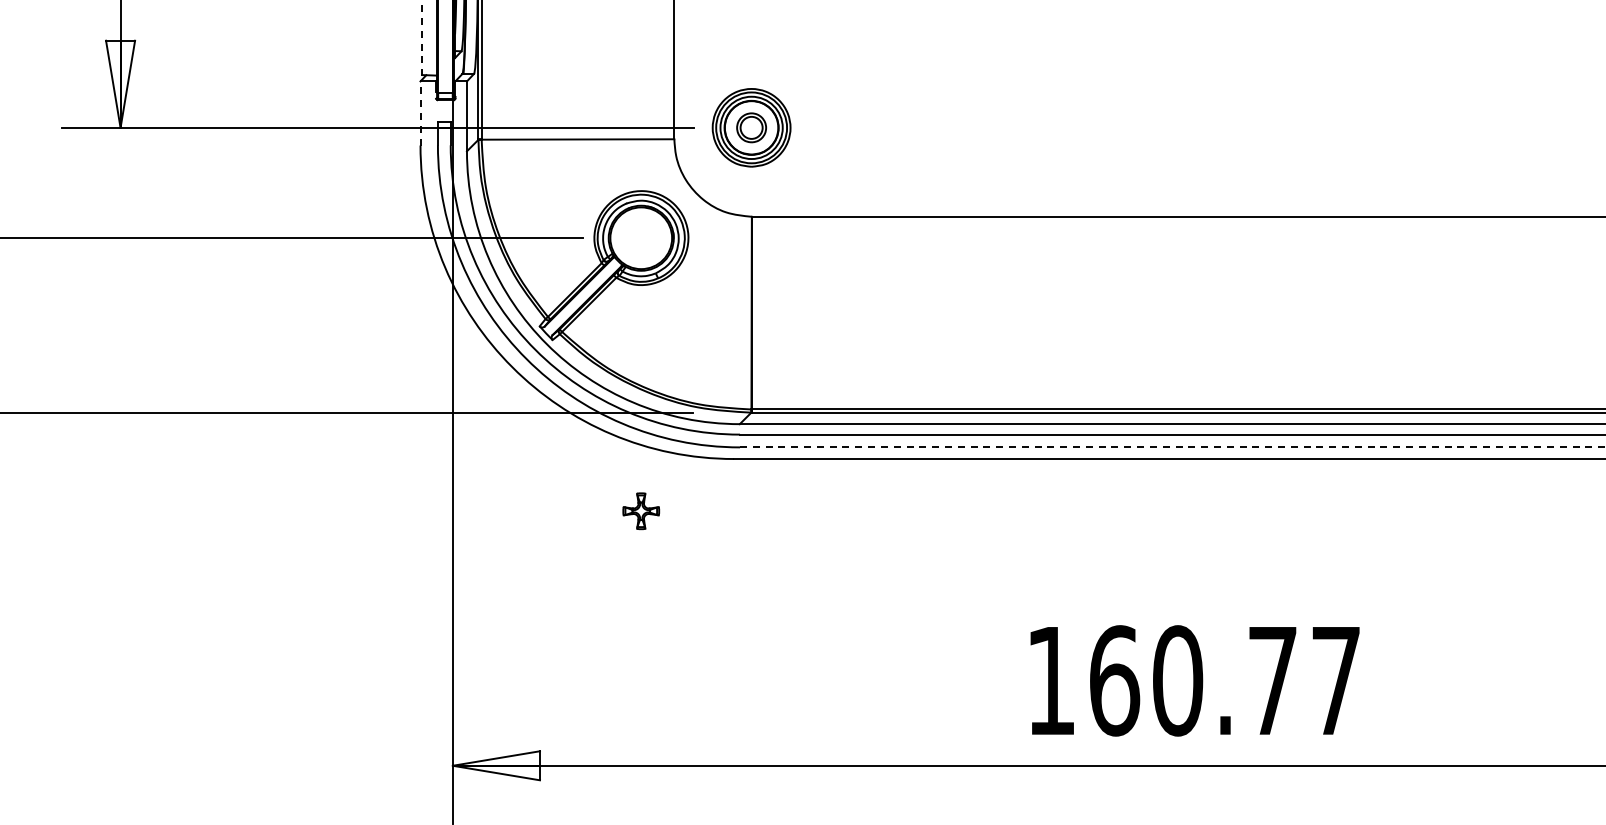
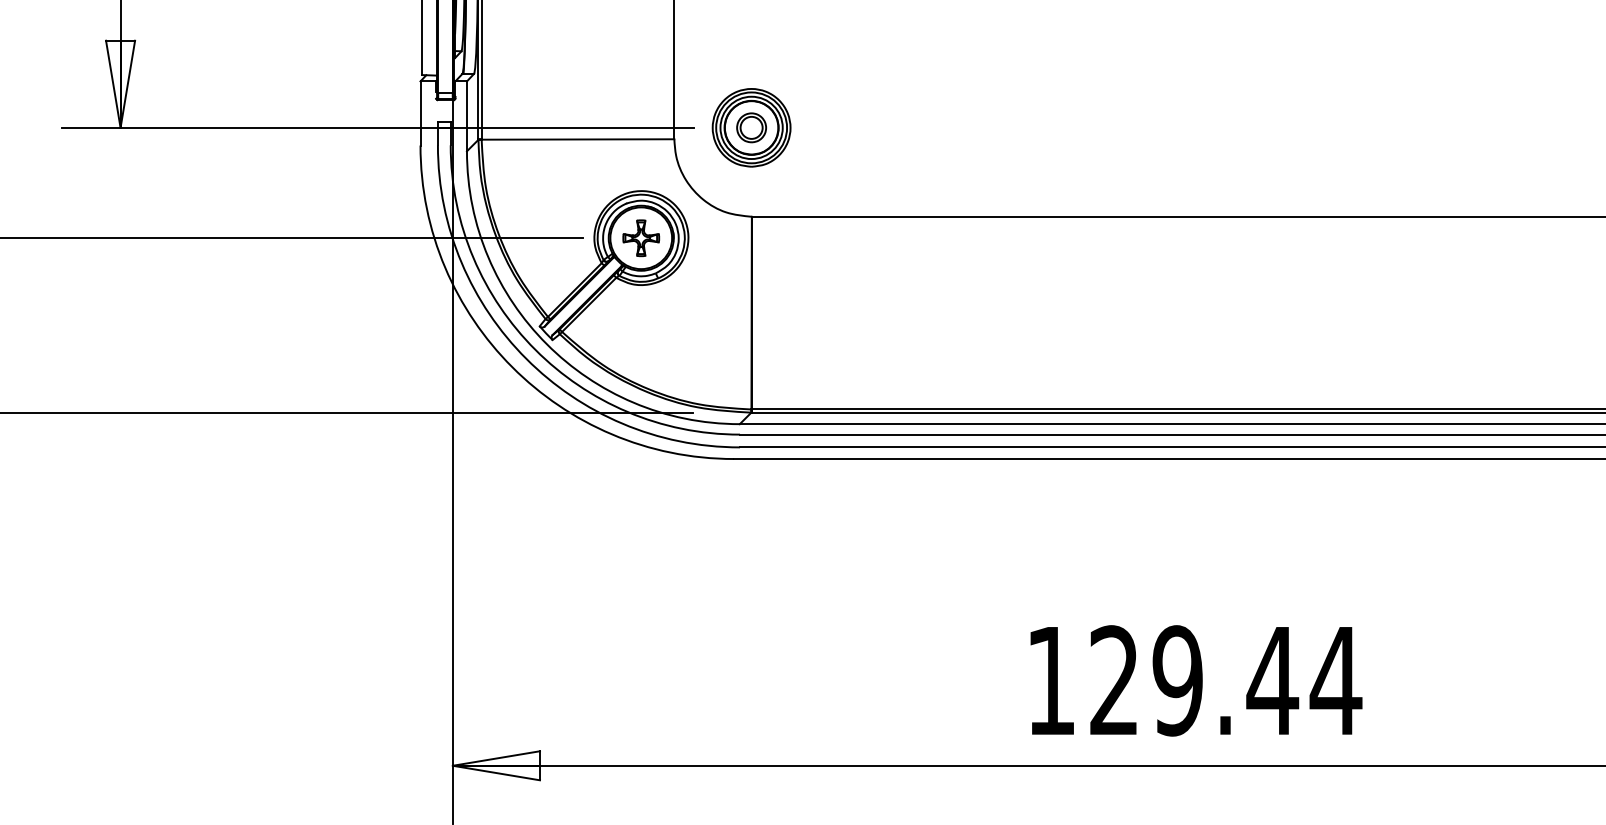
line at (421, 38): dashed -> solid
line at (420, 112): dashed -> solid
line at (1172, 447): dashed -> solid
part at (641, 511) position: (641, 511) -> (641, 238)
text at (1226, 680): 160.77 -> 129.44
